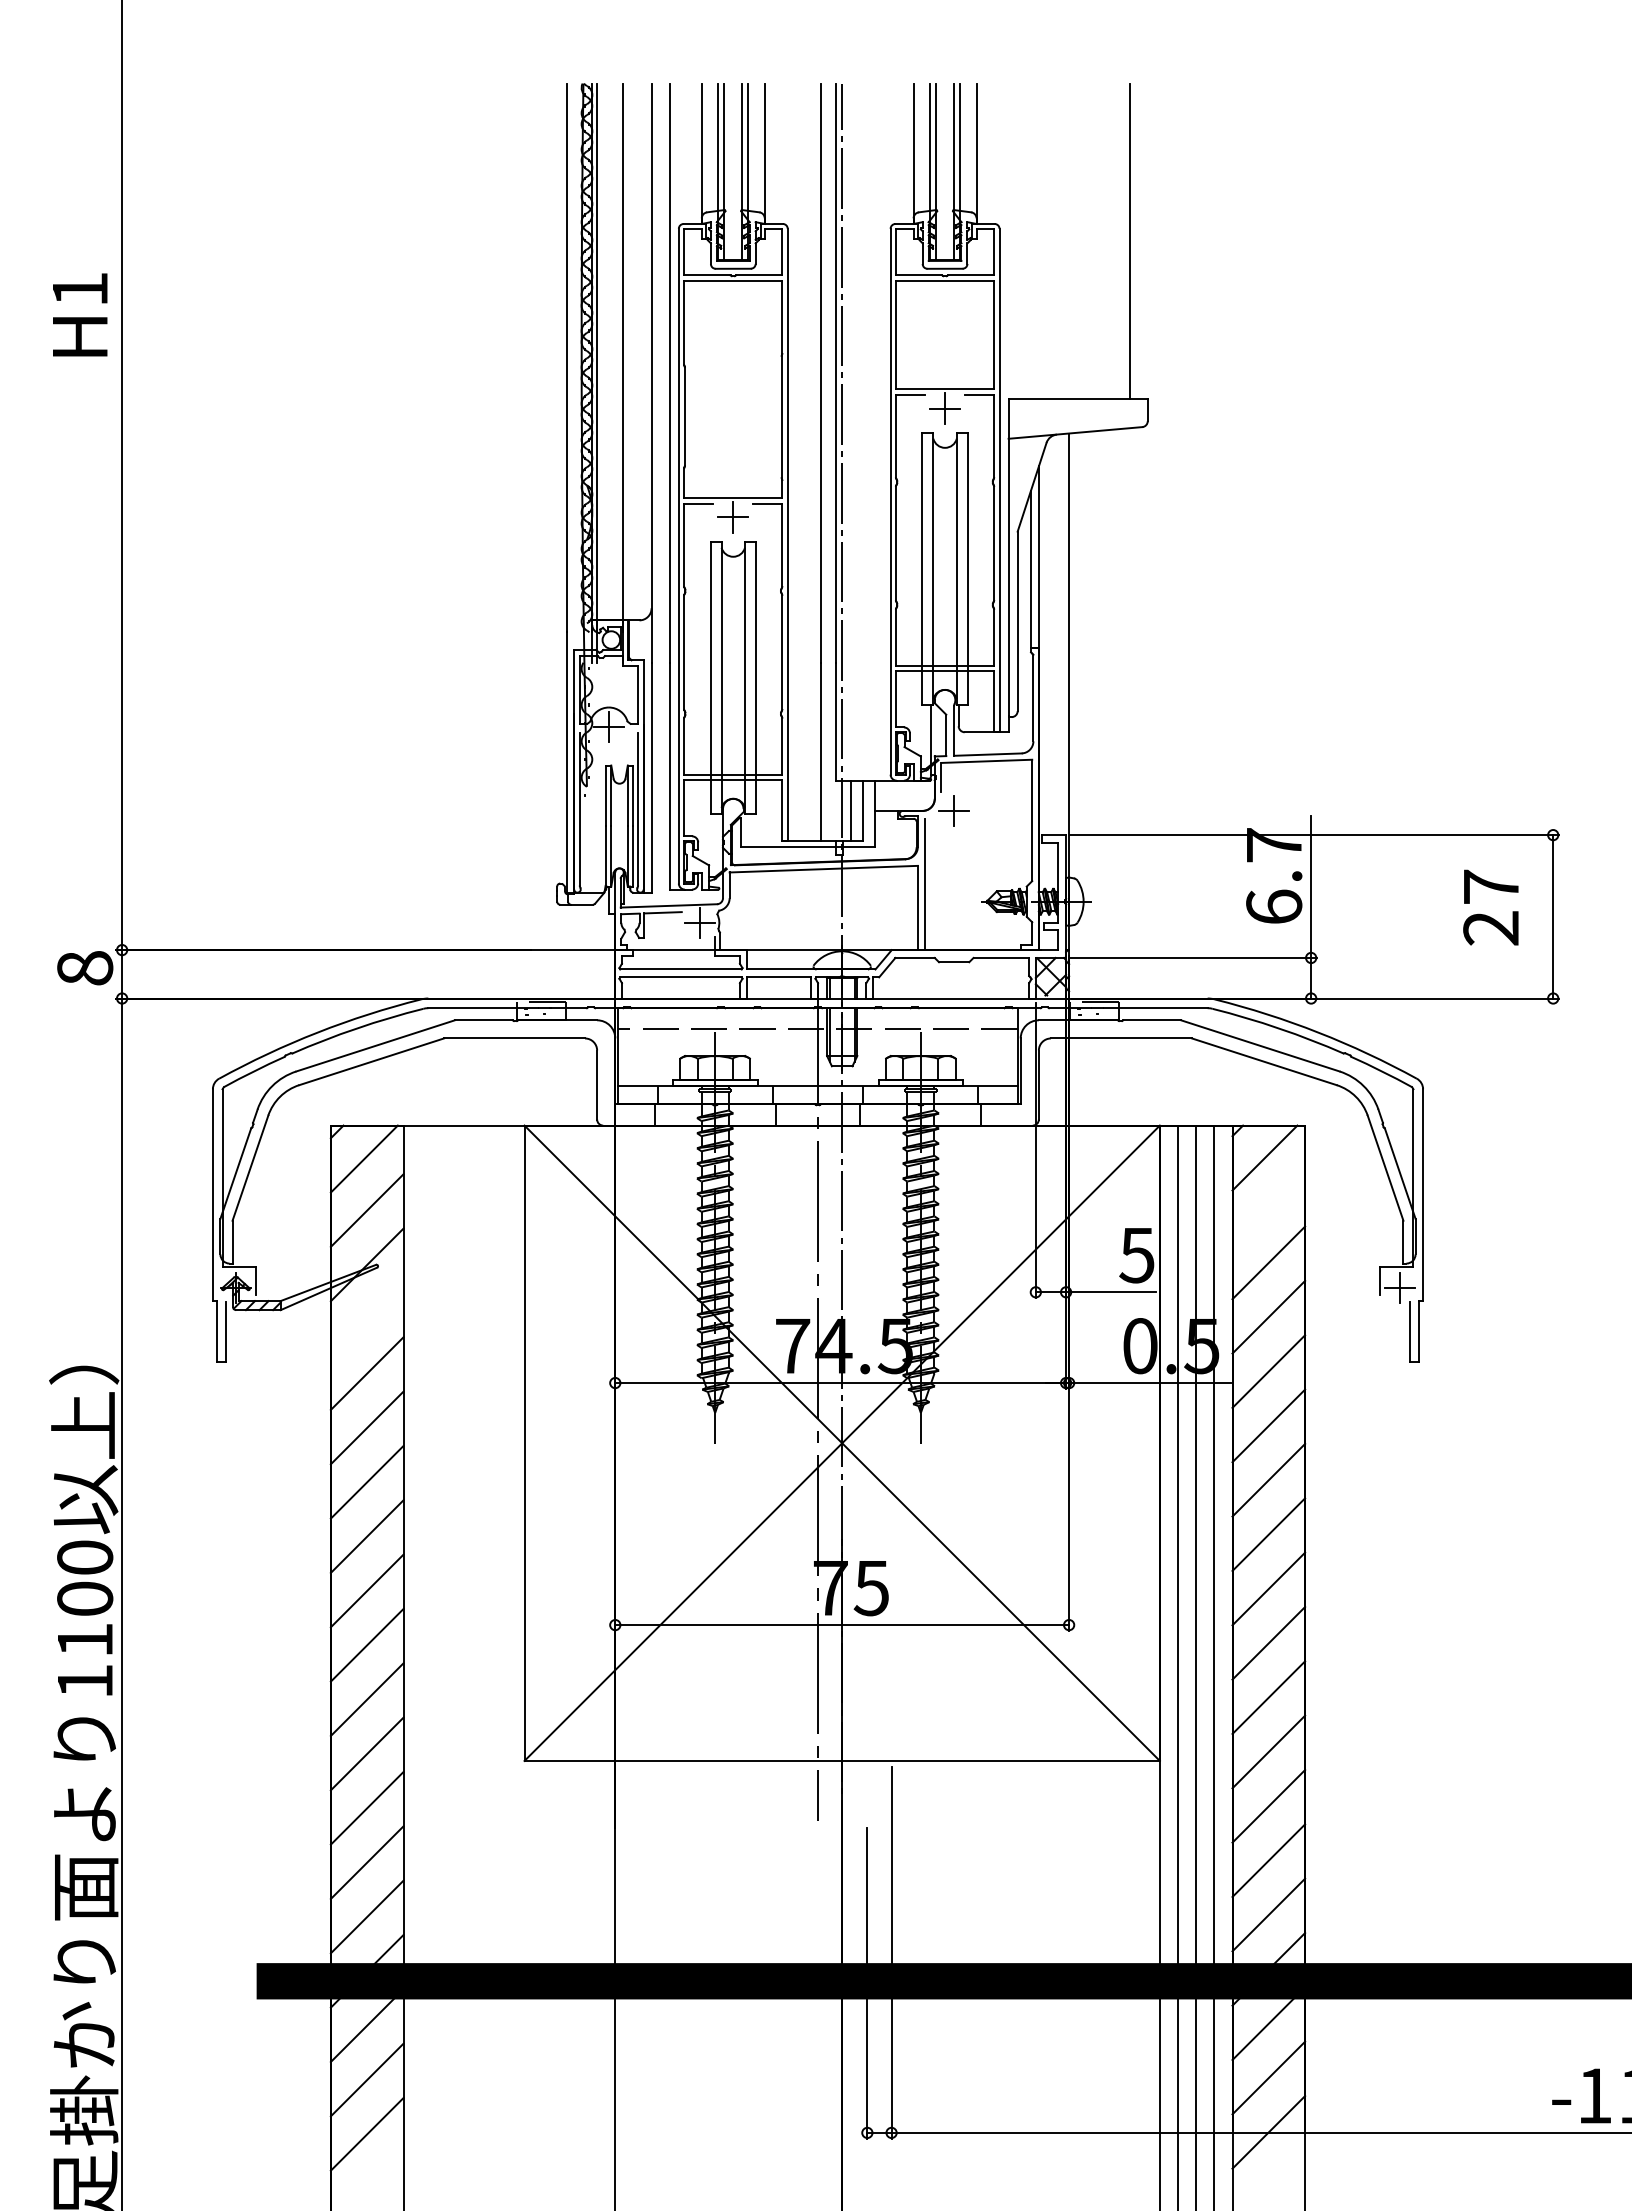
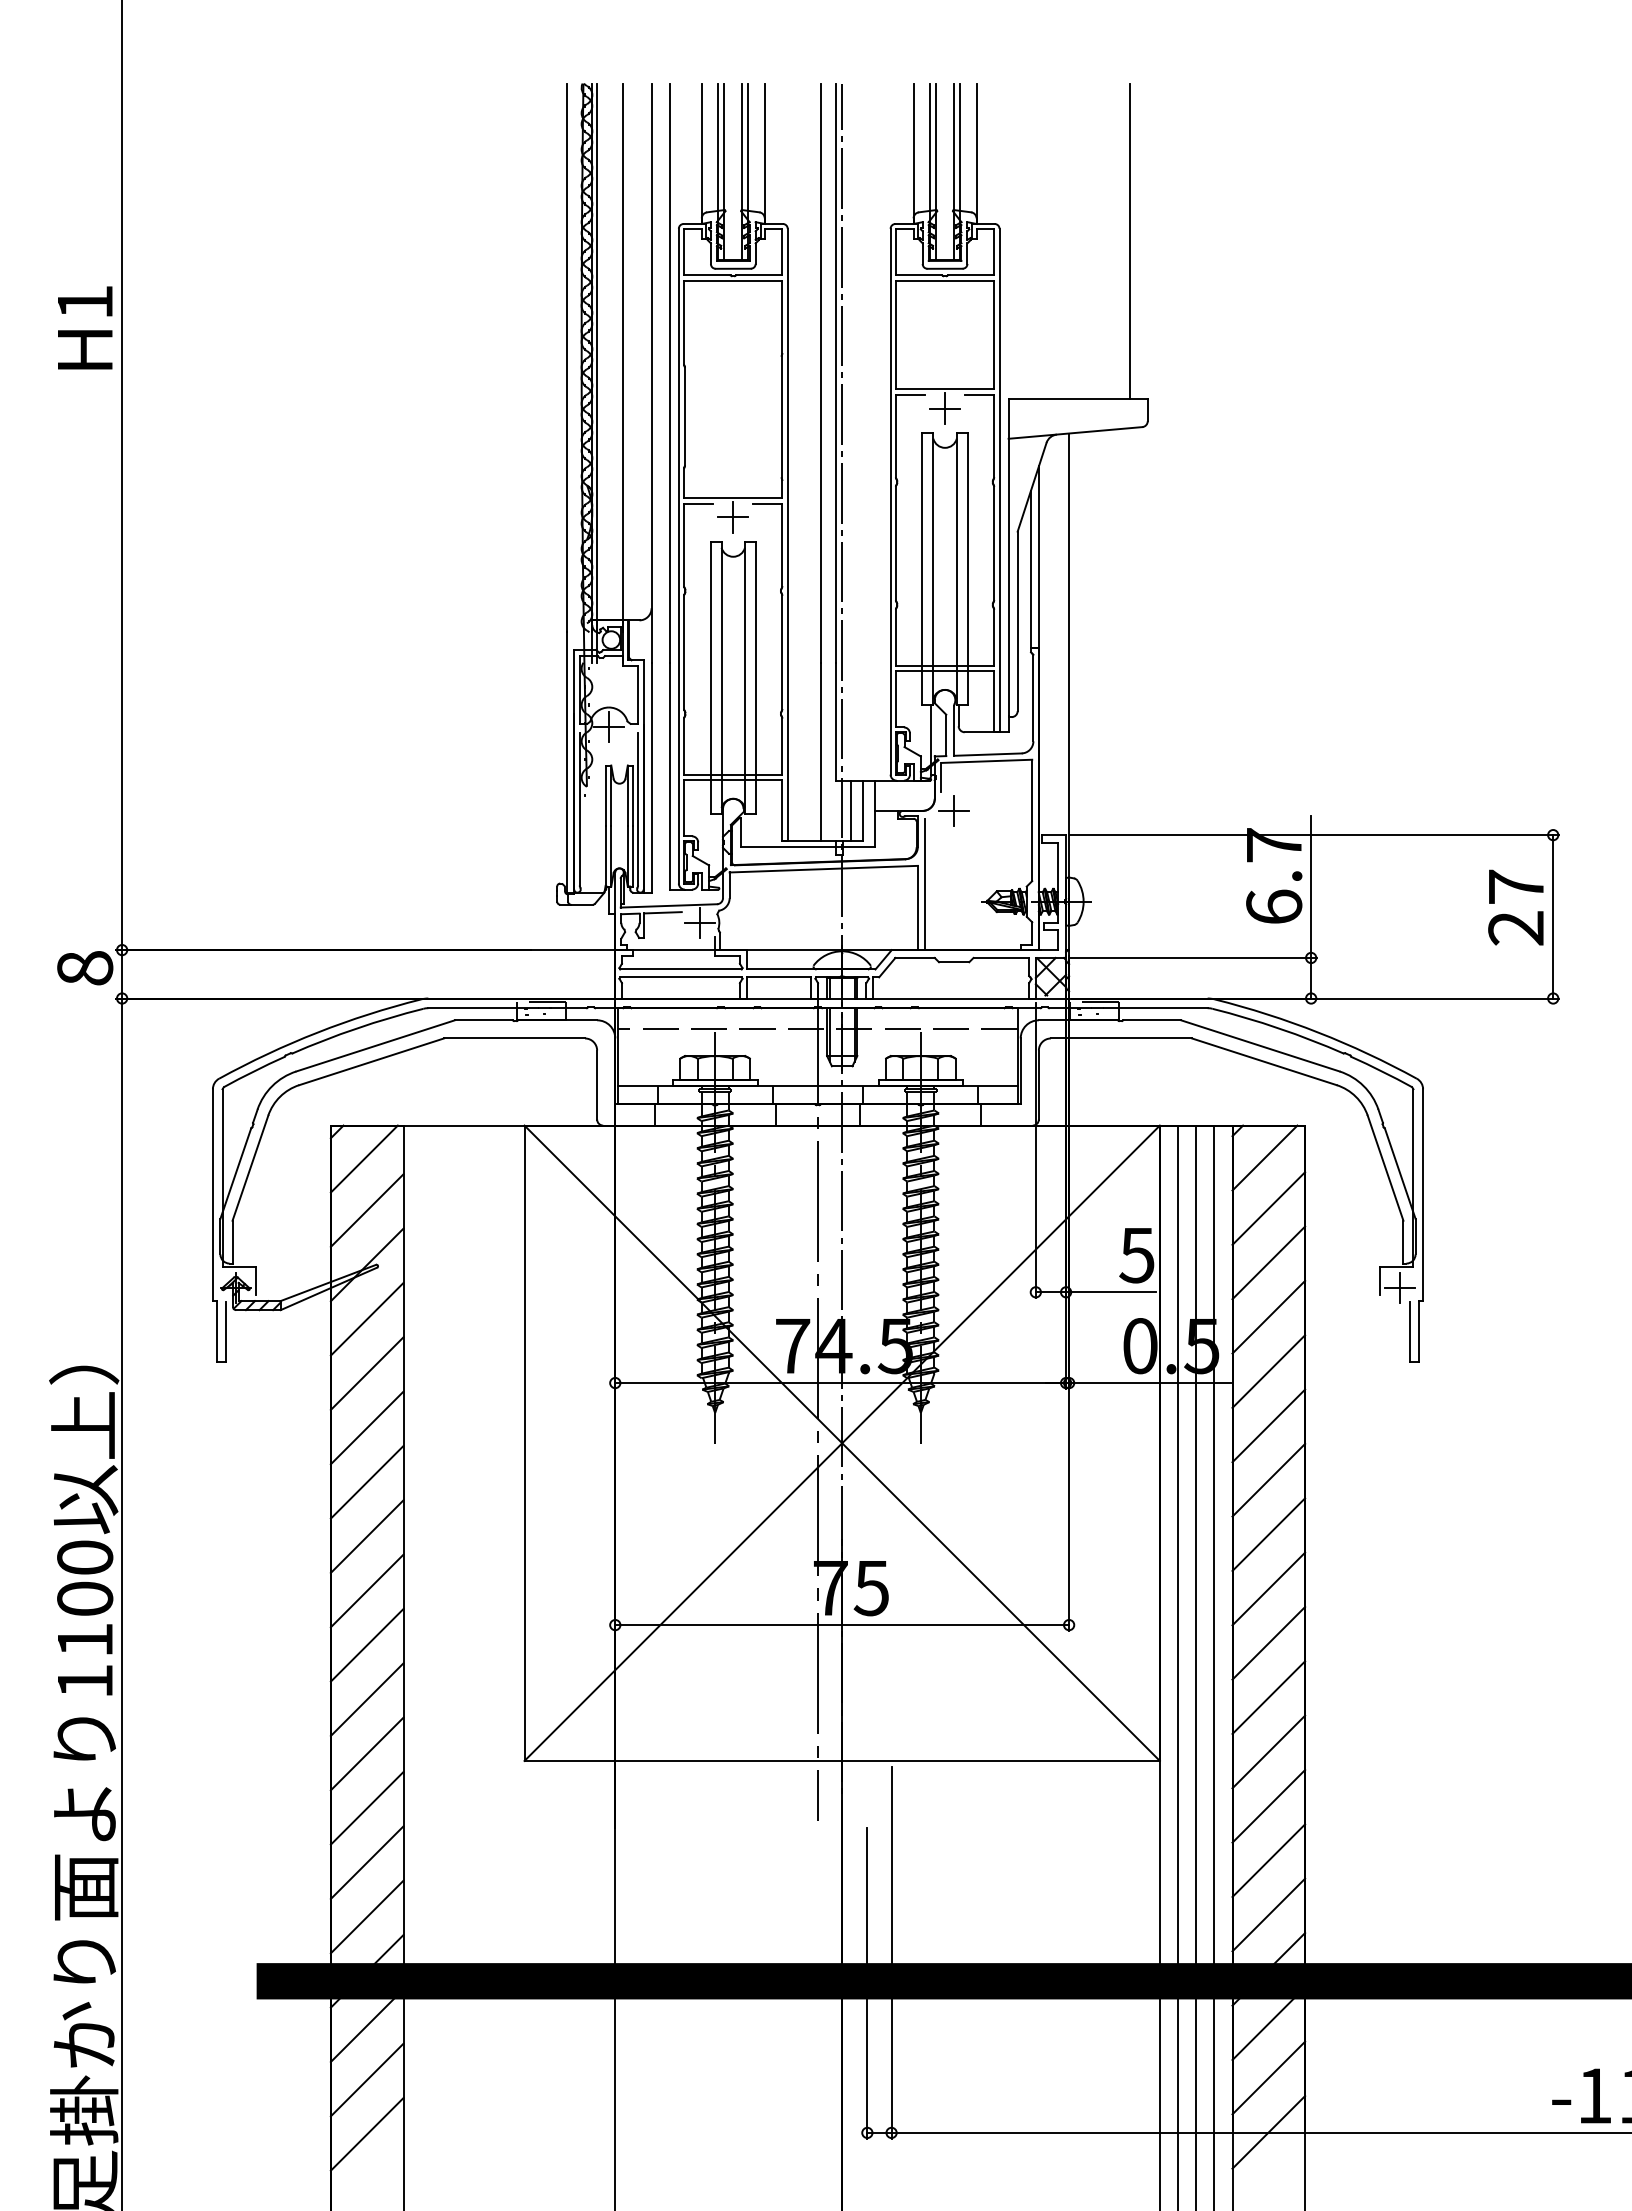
text at (80, 314) position: (80, 314) -> (85, 327)
text at (1490, 907) position: (1490, 907) -> (1515, 907)
line at (1268, 1208): none -> present
line at (366, 1318): none -> present
